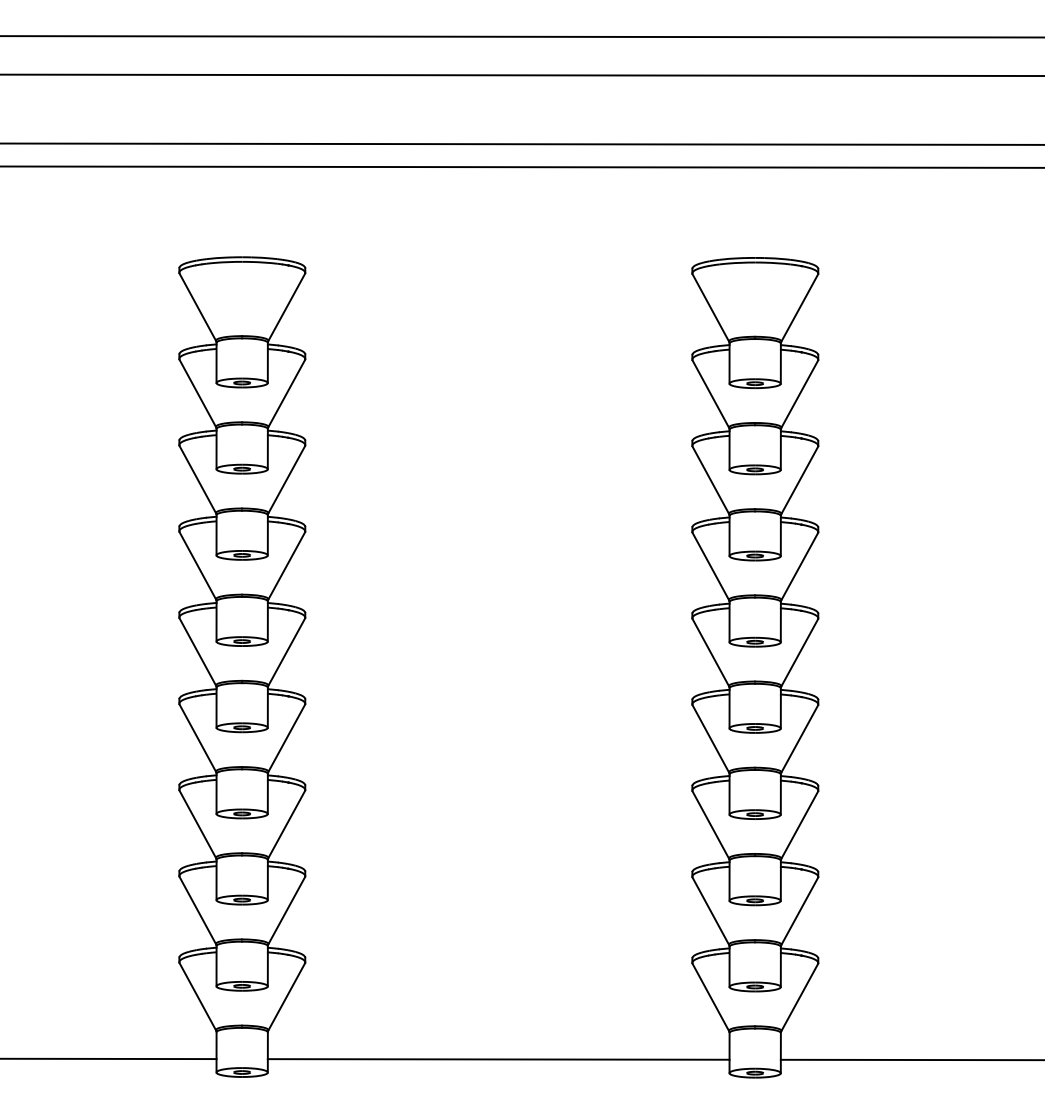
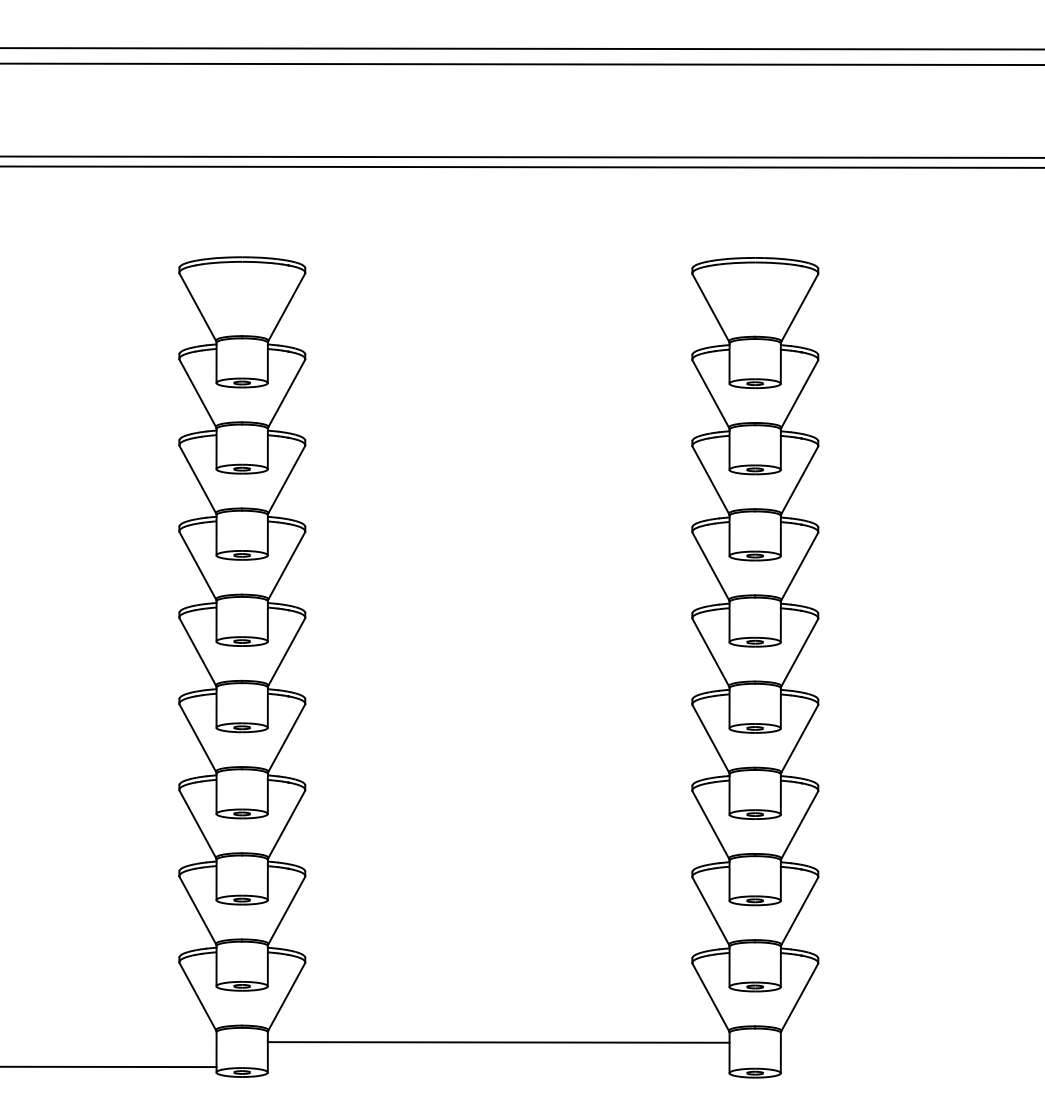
line at (521, 36) position: (521, 36) -> (521, 48)
line at (521, 75) position: (521, 75) -> (521, 64)
line at (521, 143) position: (521, 143) -> (521, 156)
line at (109, 1058) position: (109, 1058) -> (109, 1066)
line at (498, 1059) position: (498, 1059) -> (498, 1042)
line at (910, 1059): present -> none
